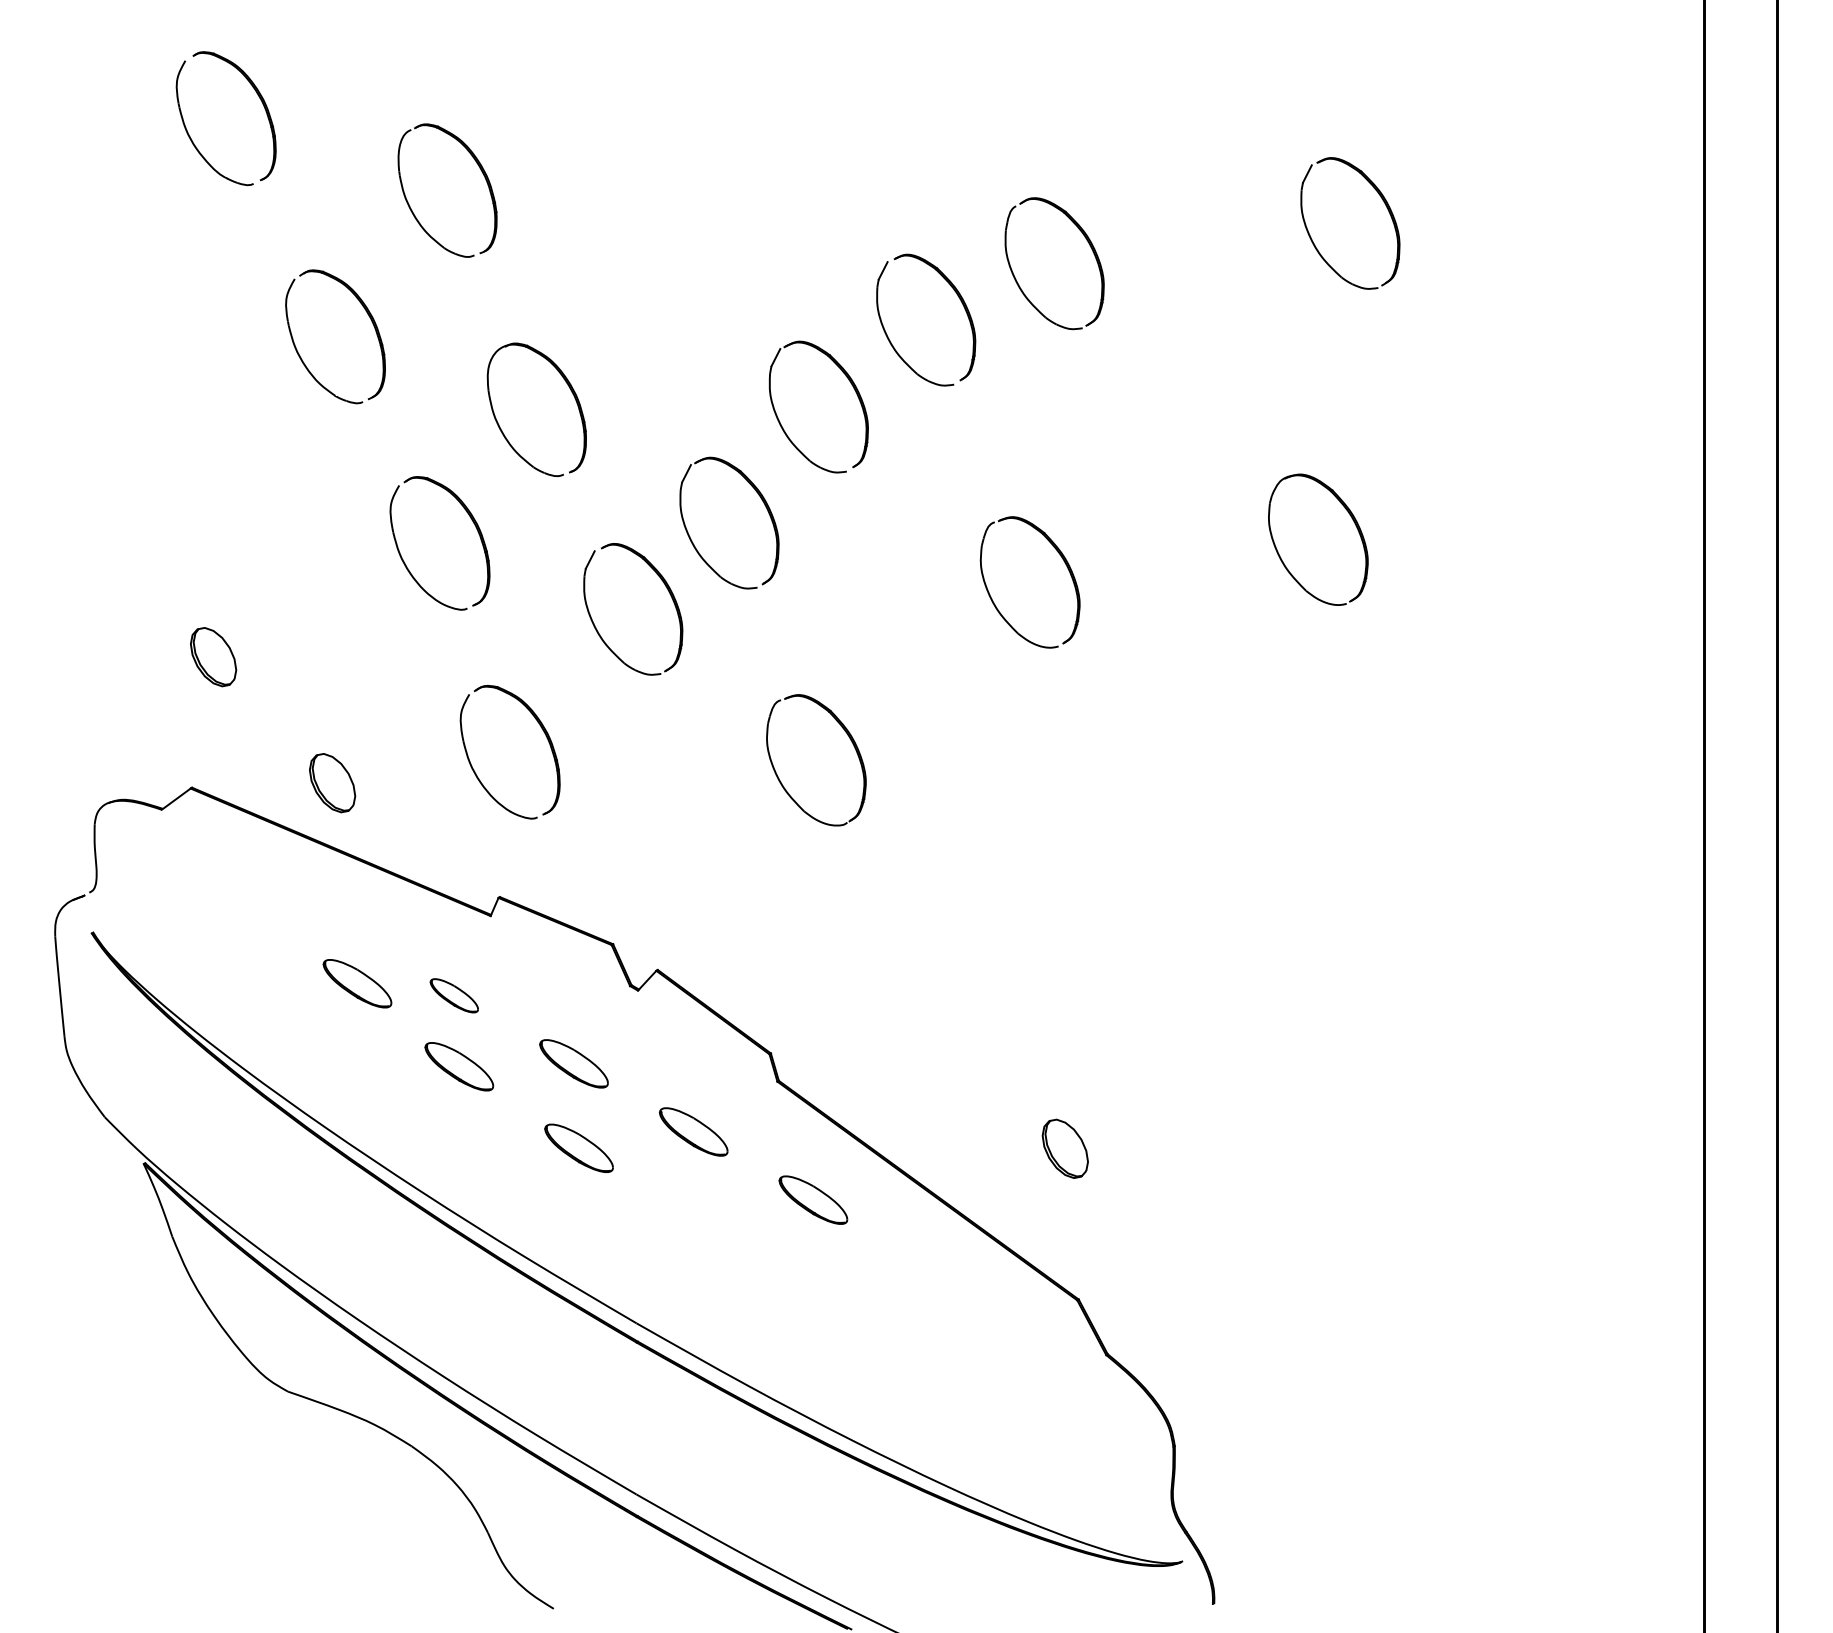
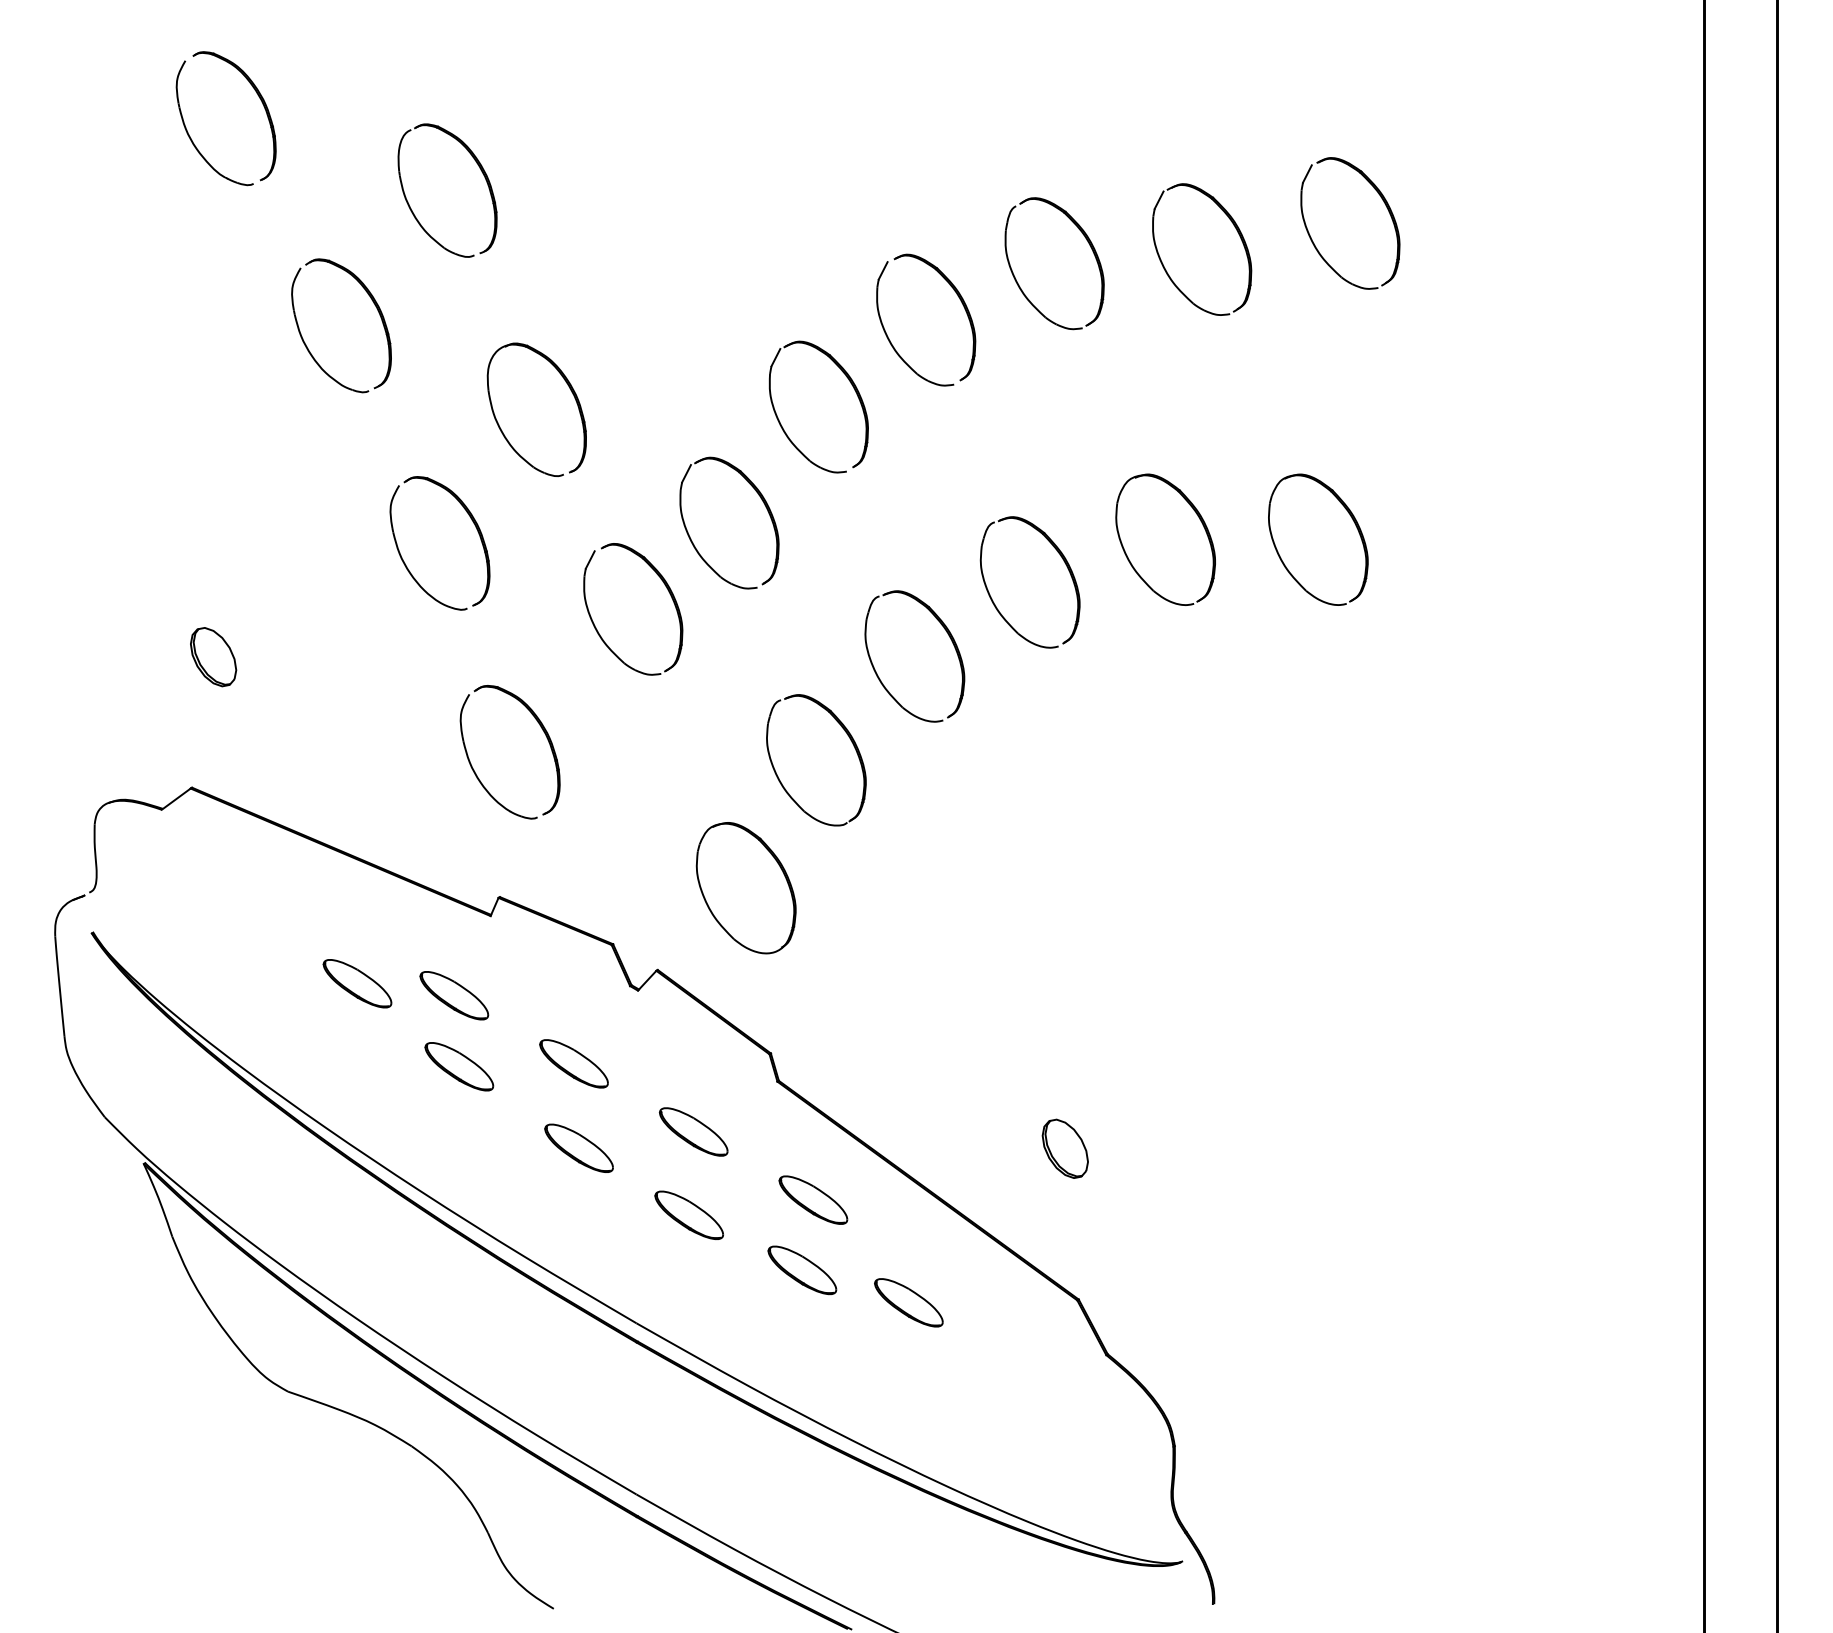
part at (1234, 227): none -> present
part at (368, 316) position: (368, 316) -> (374, 305)
part at (1200, 521): none -> present
part at (947, 634): none -> present
part at (332, 783): present -> none
part at (745, 888): none -> present
part at (453, 995) size: 50x36 px -> 71x50 px
part at (688, 1214): none -> present
part at (802, 1270): none -> present
part at (908, 1302): none -> present
